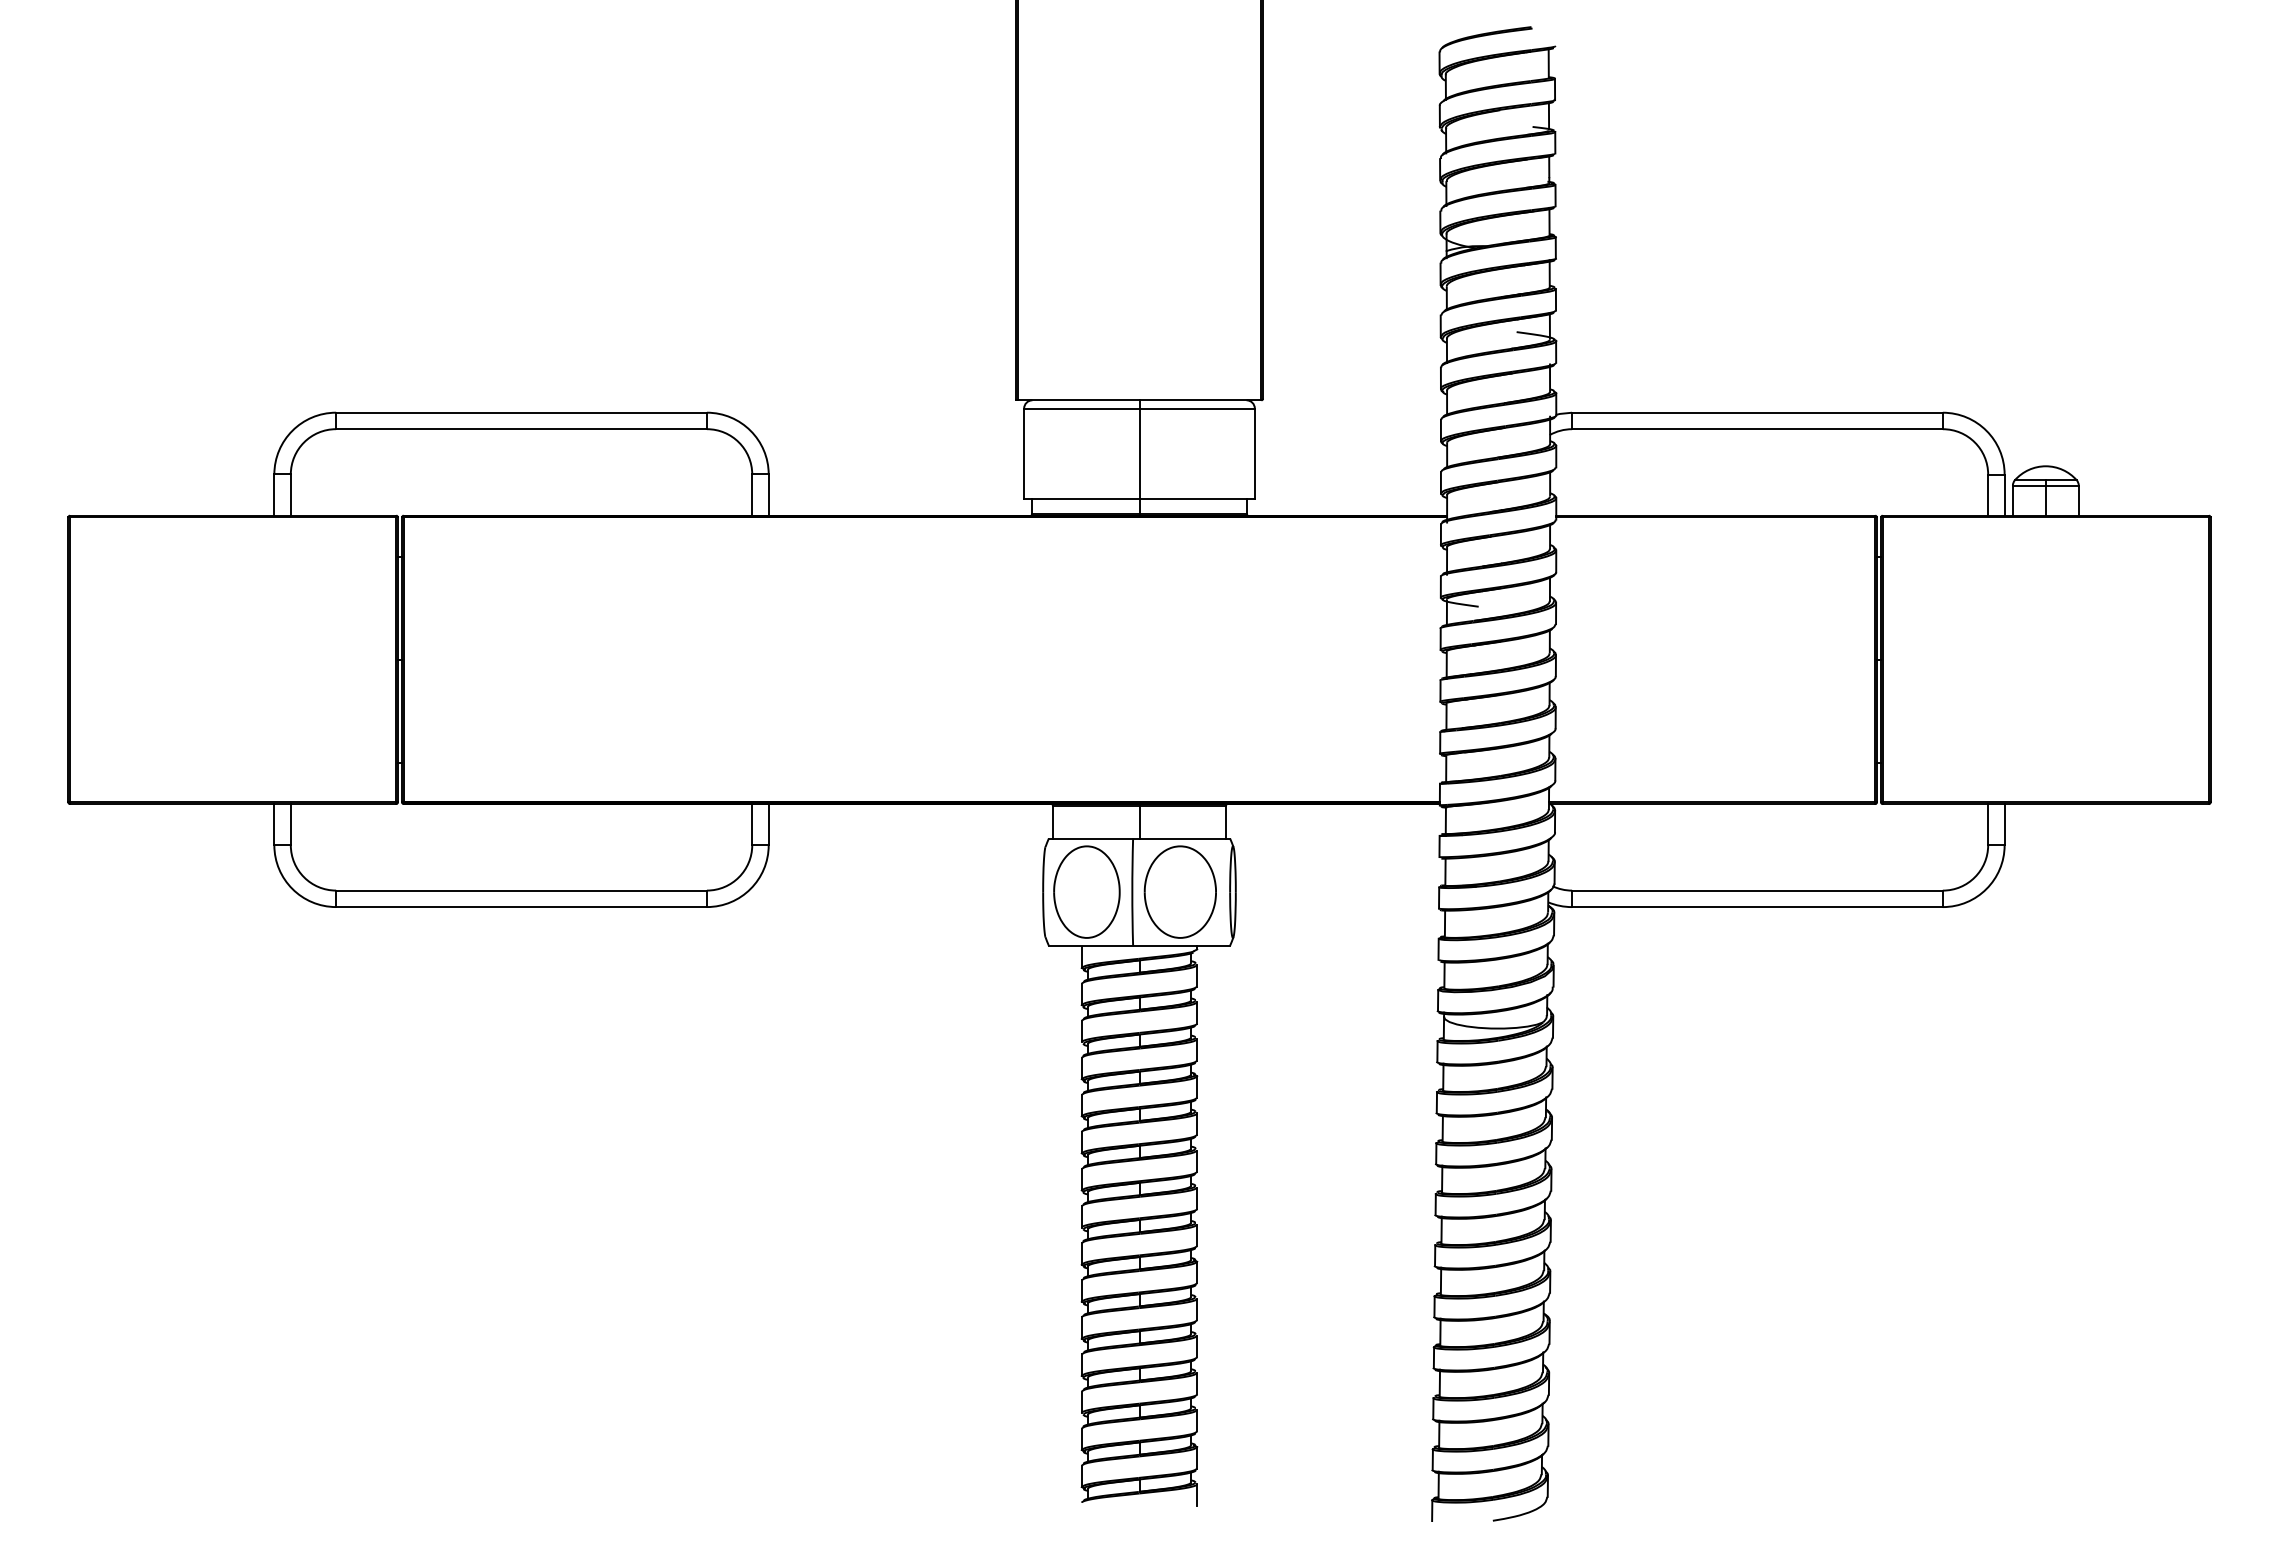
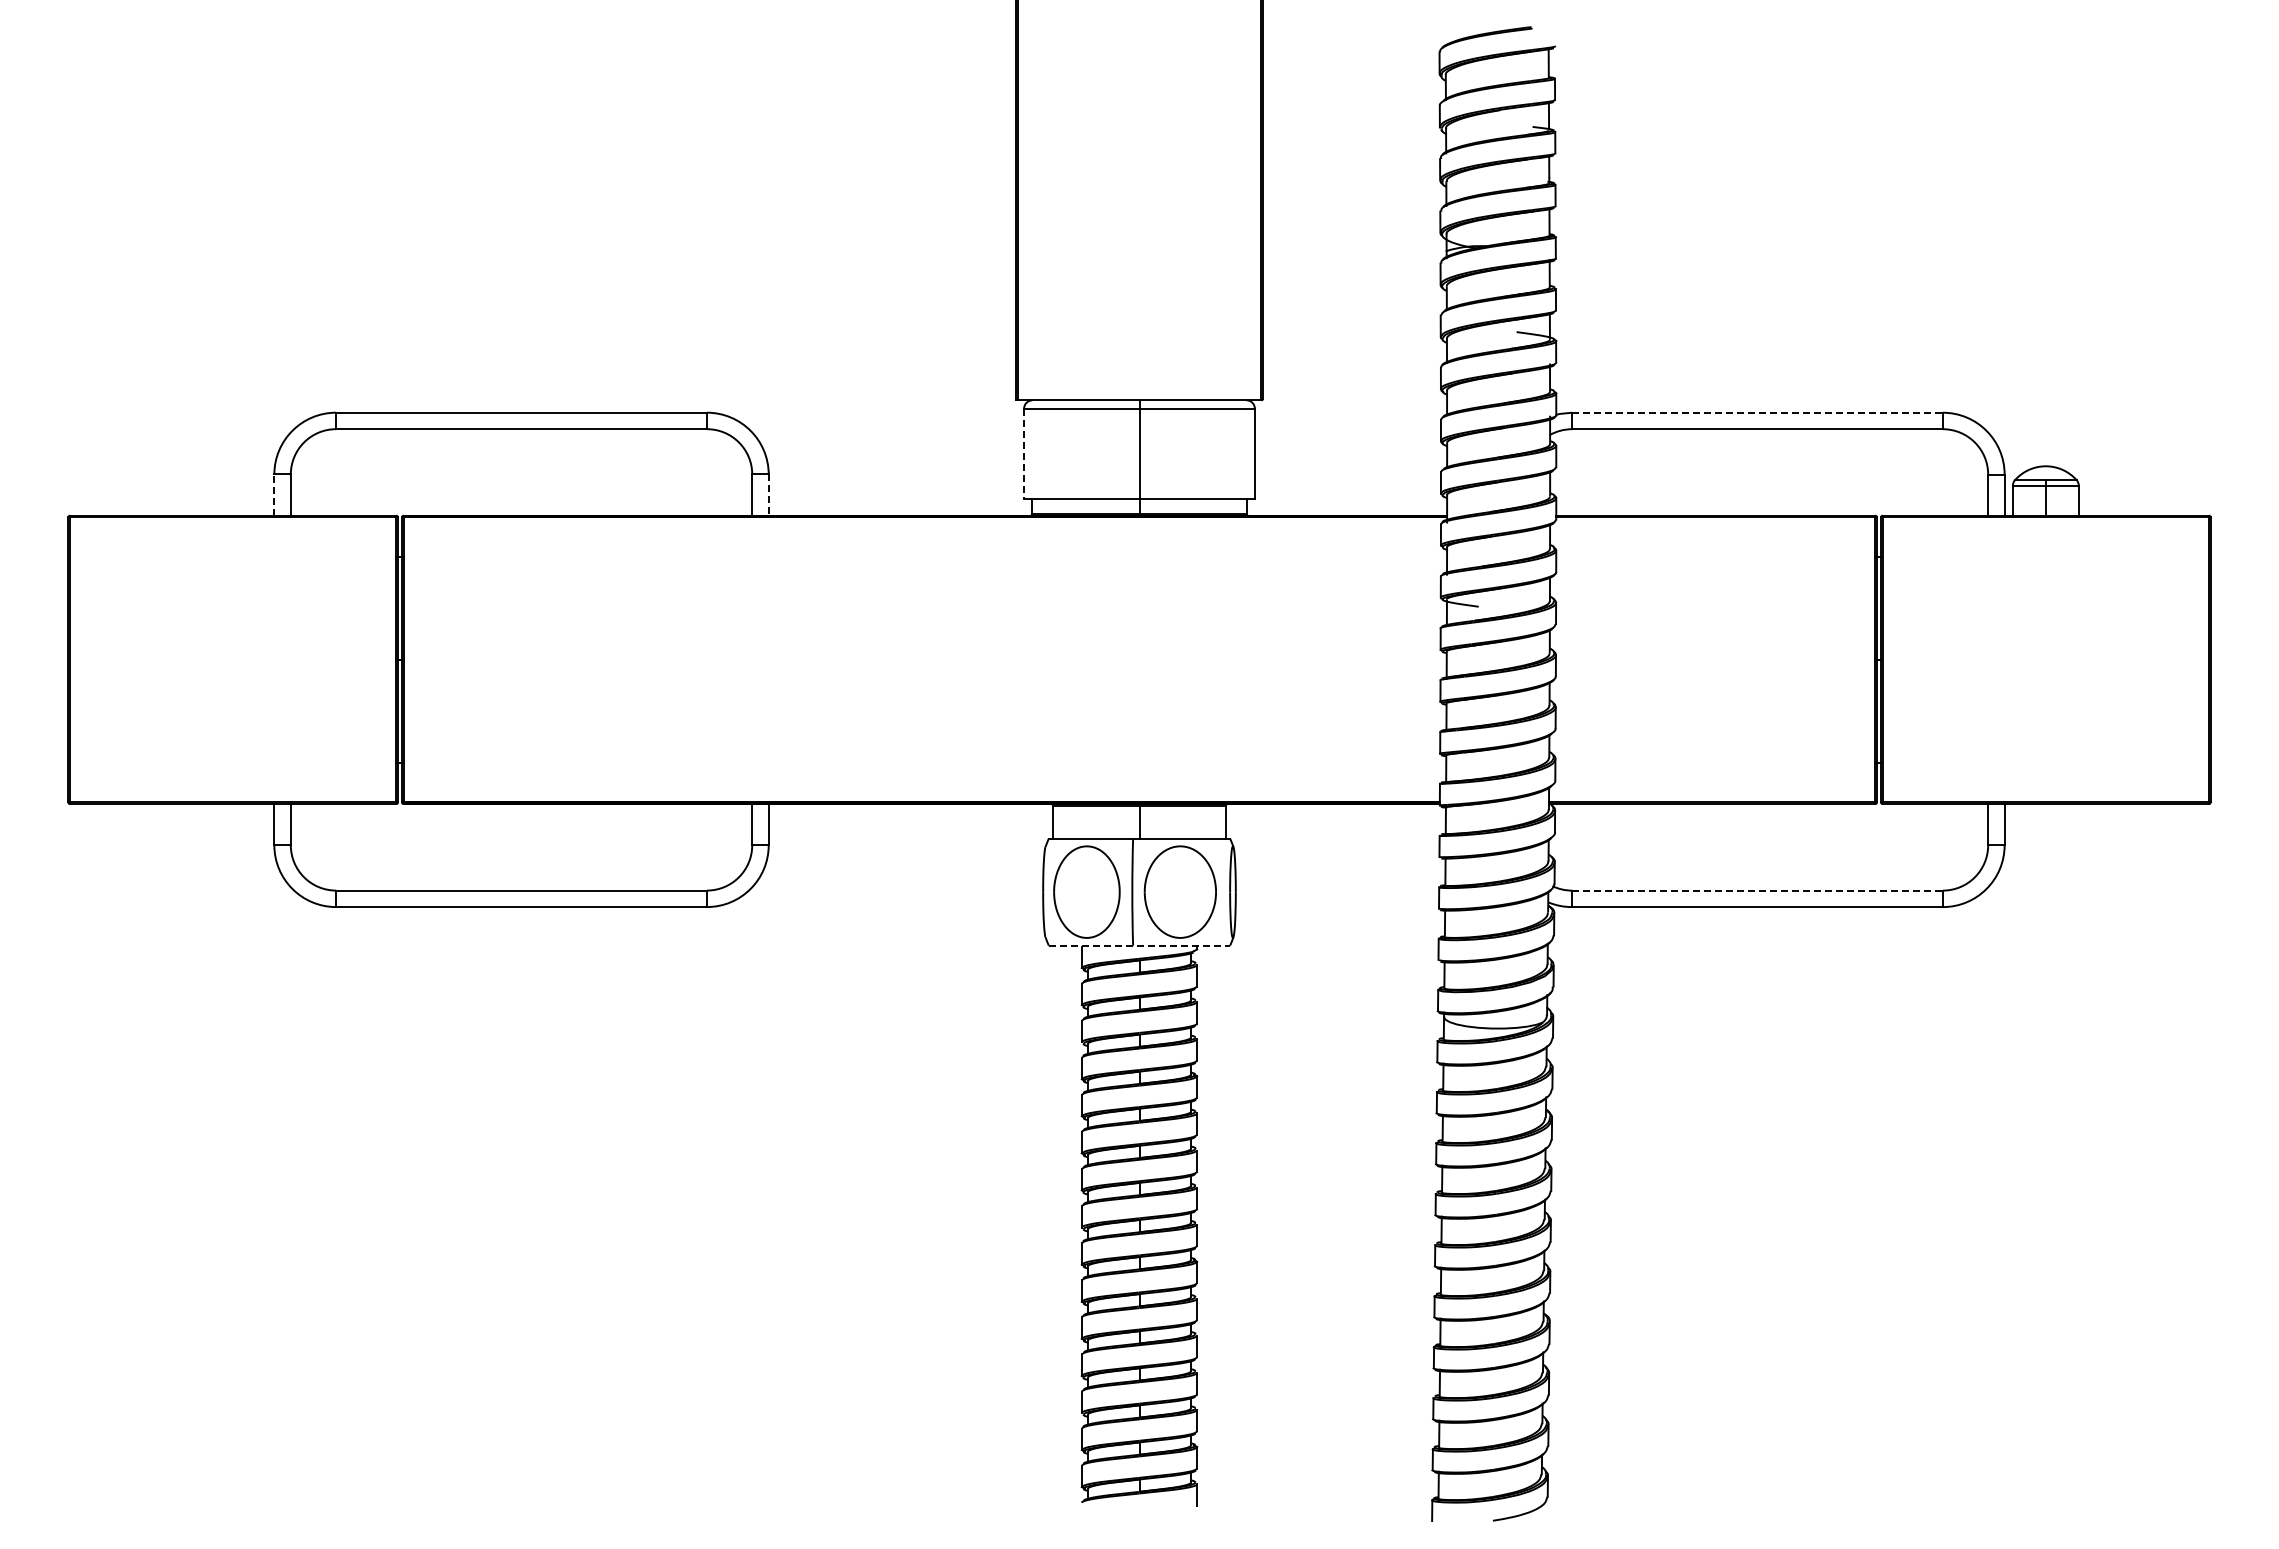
line at (1757, 412): solid -> dashed
line at (1024, 454): solid -> dashed
line at (274, 495): solid -> dashed
line at (768, 495): solid -> dashed
line at (1757, 890): solid -> dashed
line at (1139, 945): solid -> dashed
